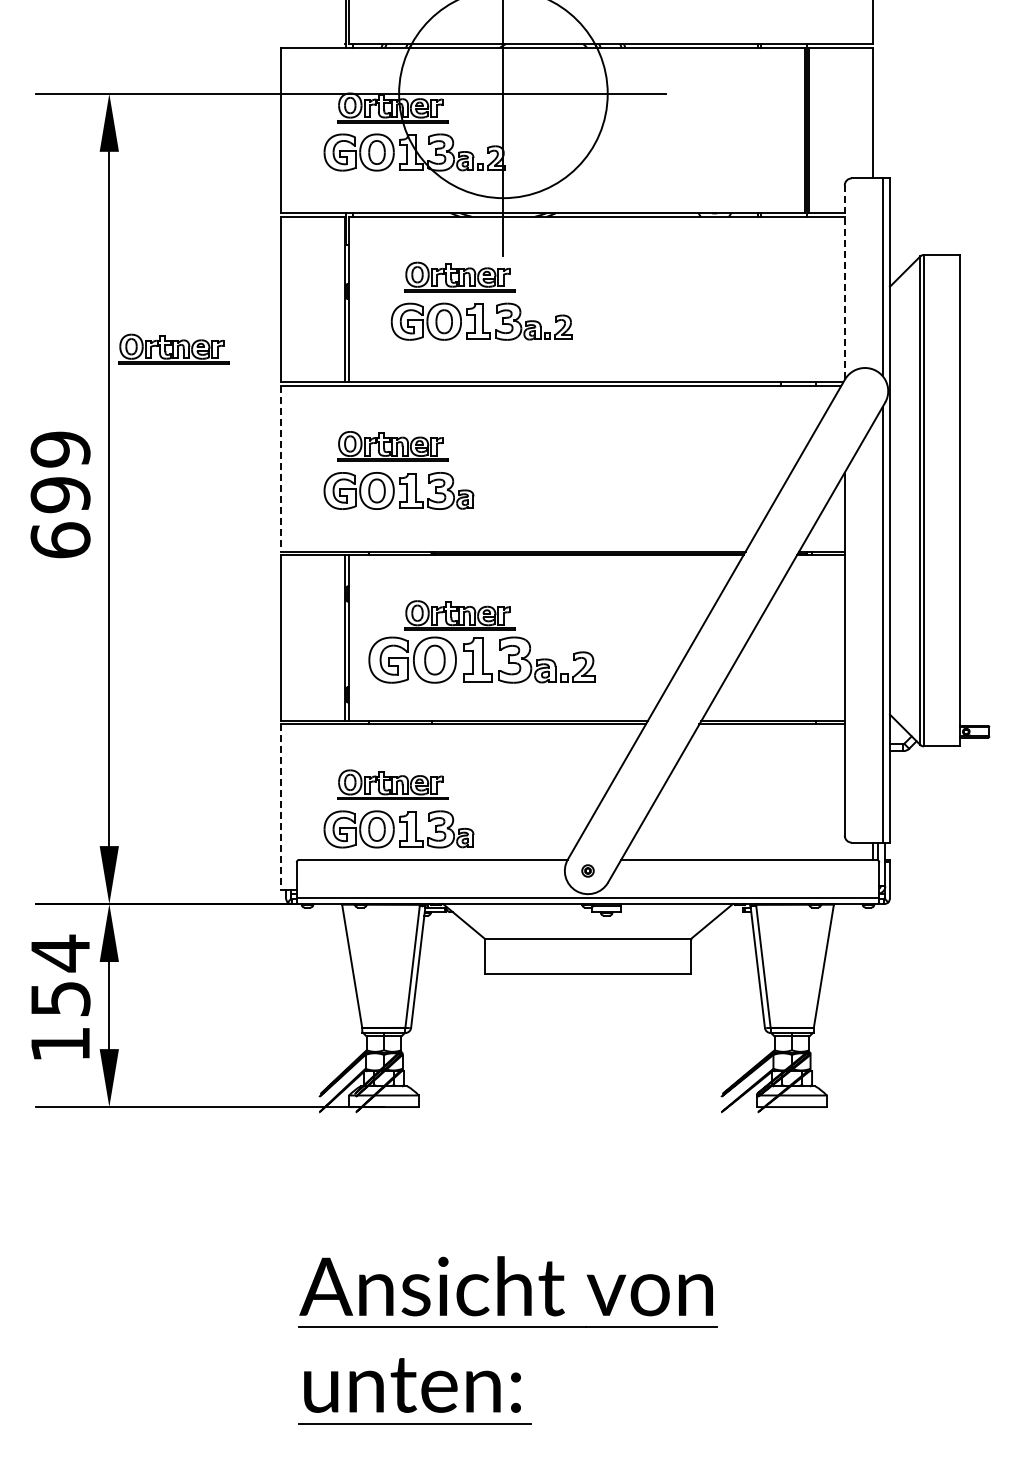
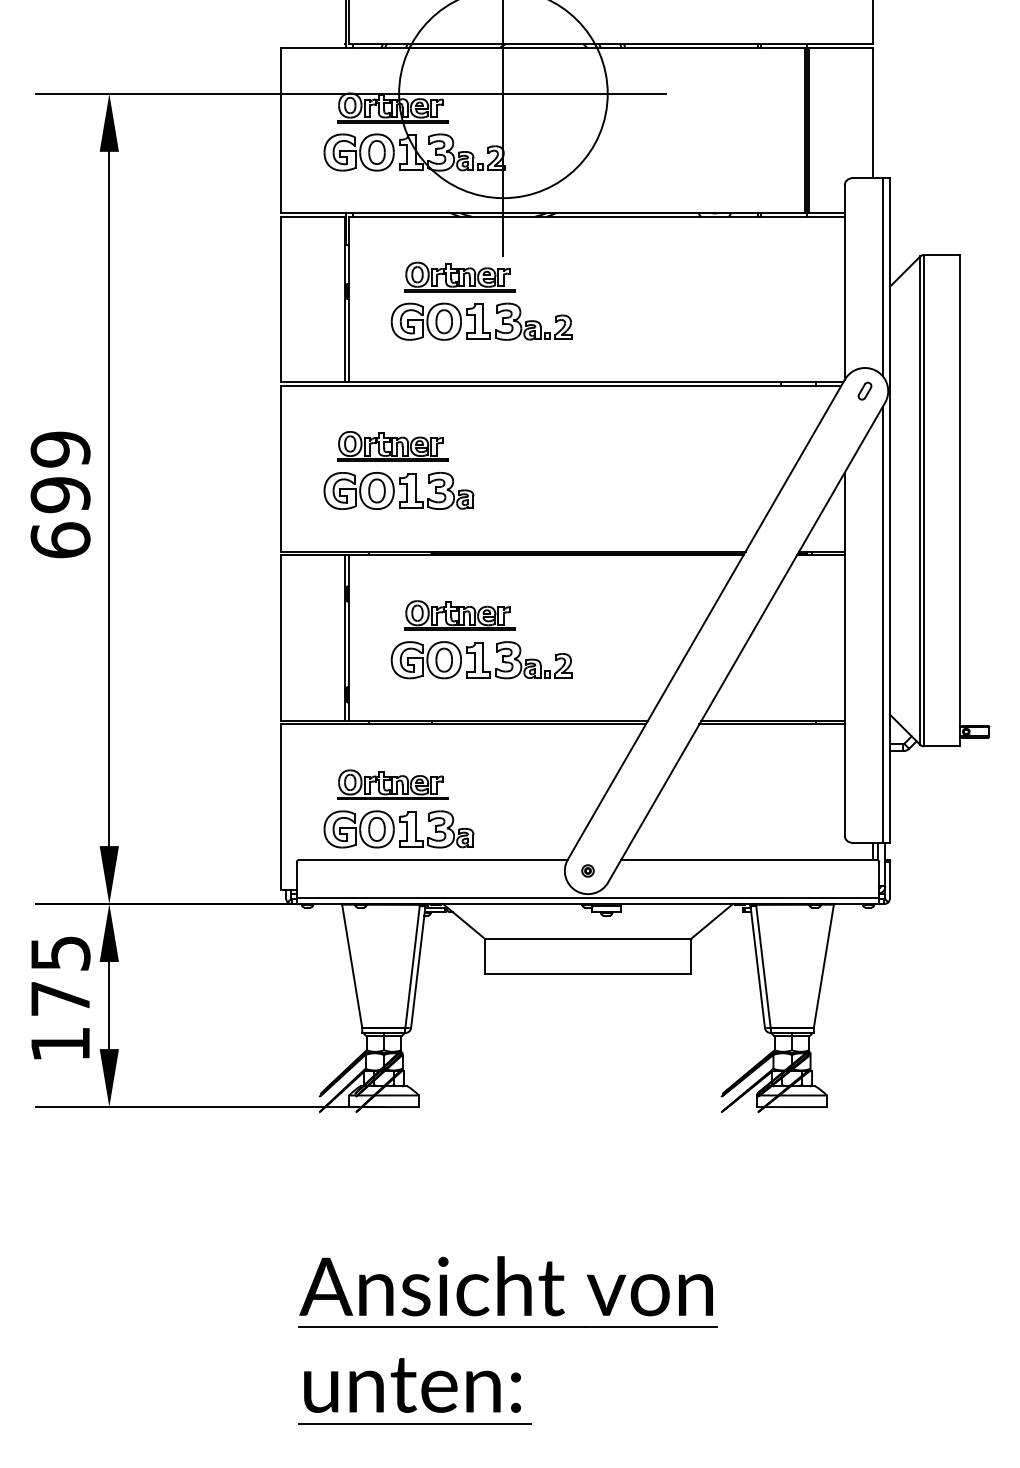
line at (844, 283): dashed -> solid
part at (173, 348): present -> none
part at (864, 390): none -> present
line at (281, 468): dashed -> solid
part at (481, 659) size: 228x48 px -> 183x39 px
line at (281, 807): dashed -> solid
text at (60, 974): 154 -> 175
